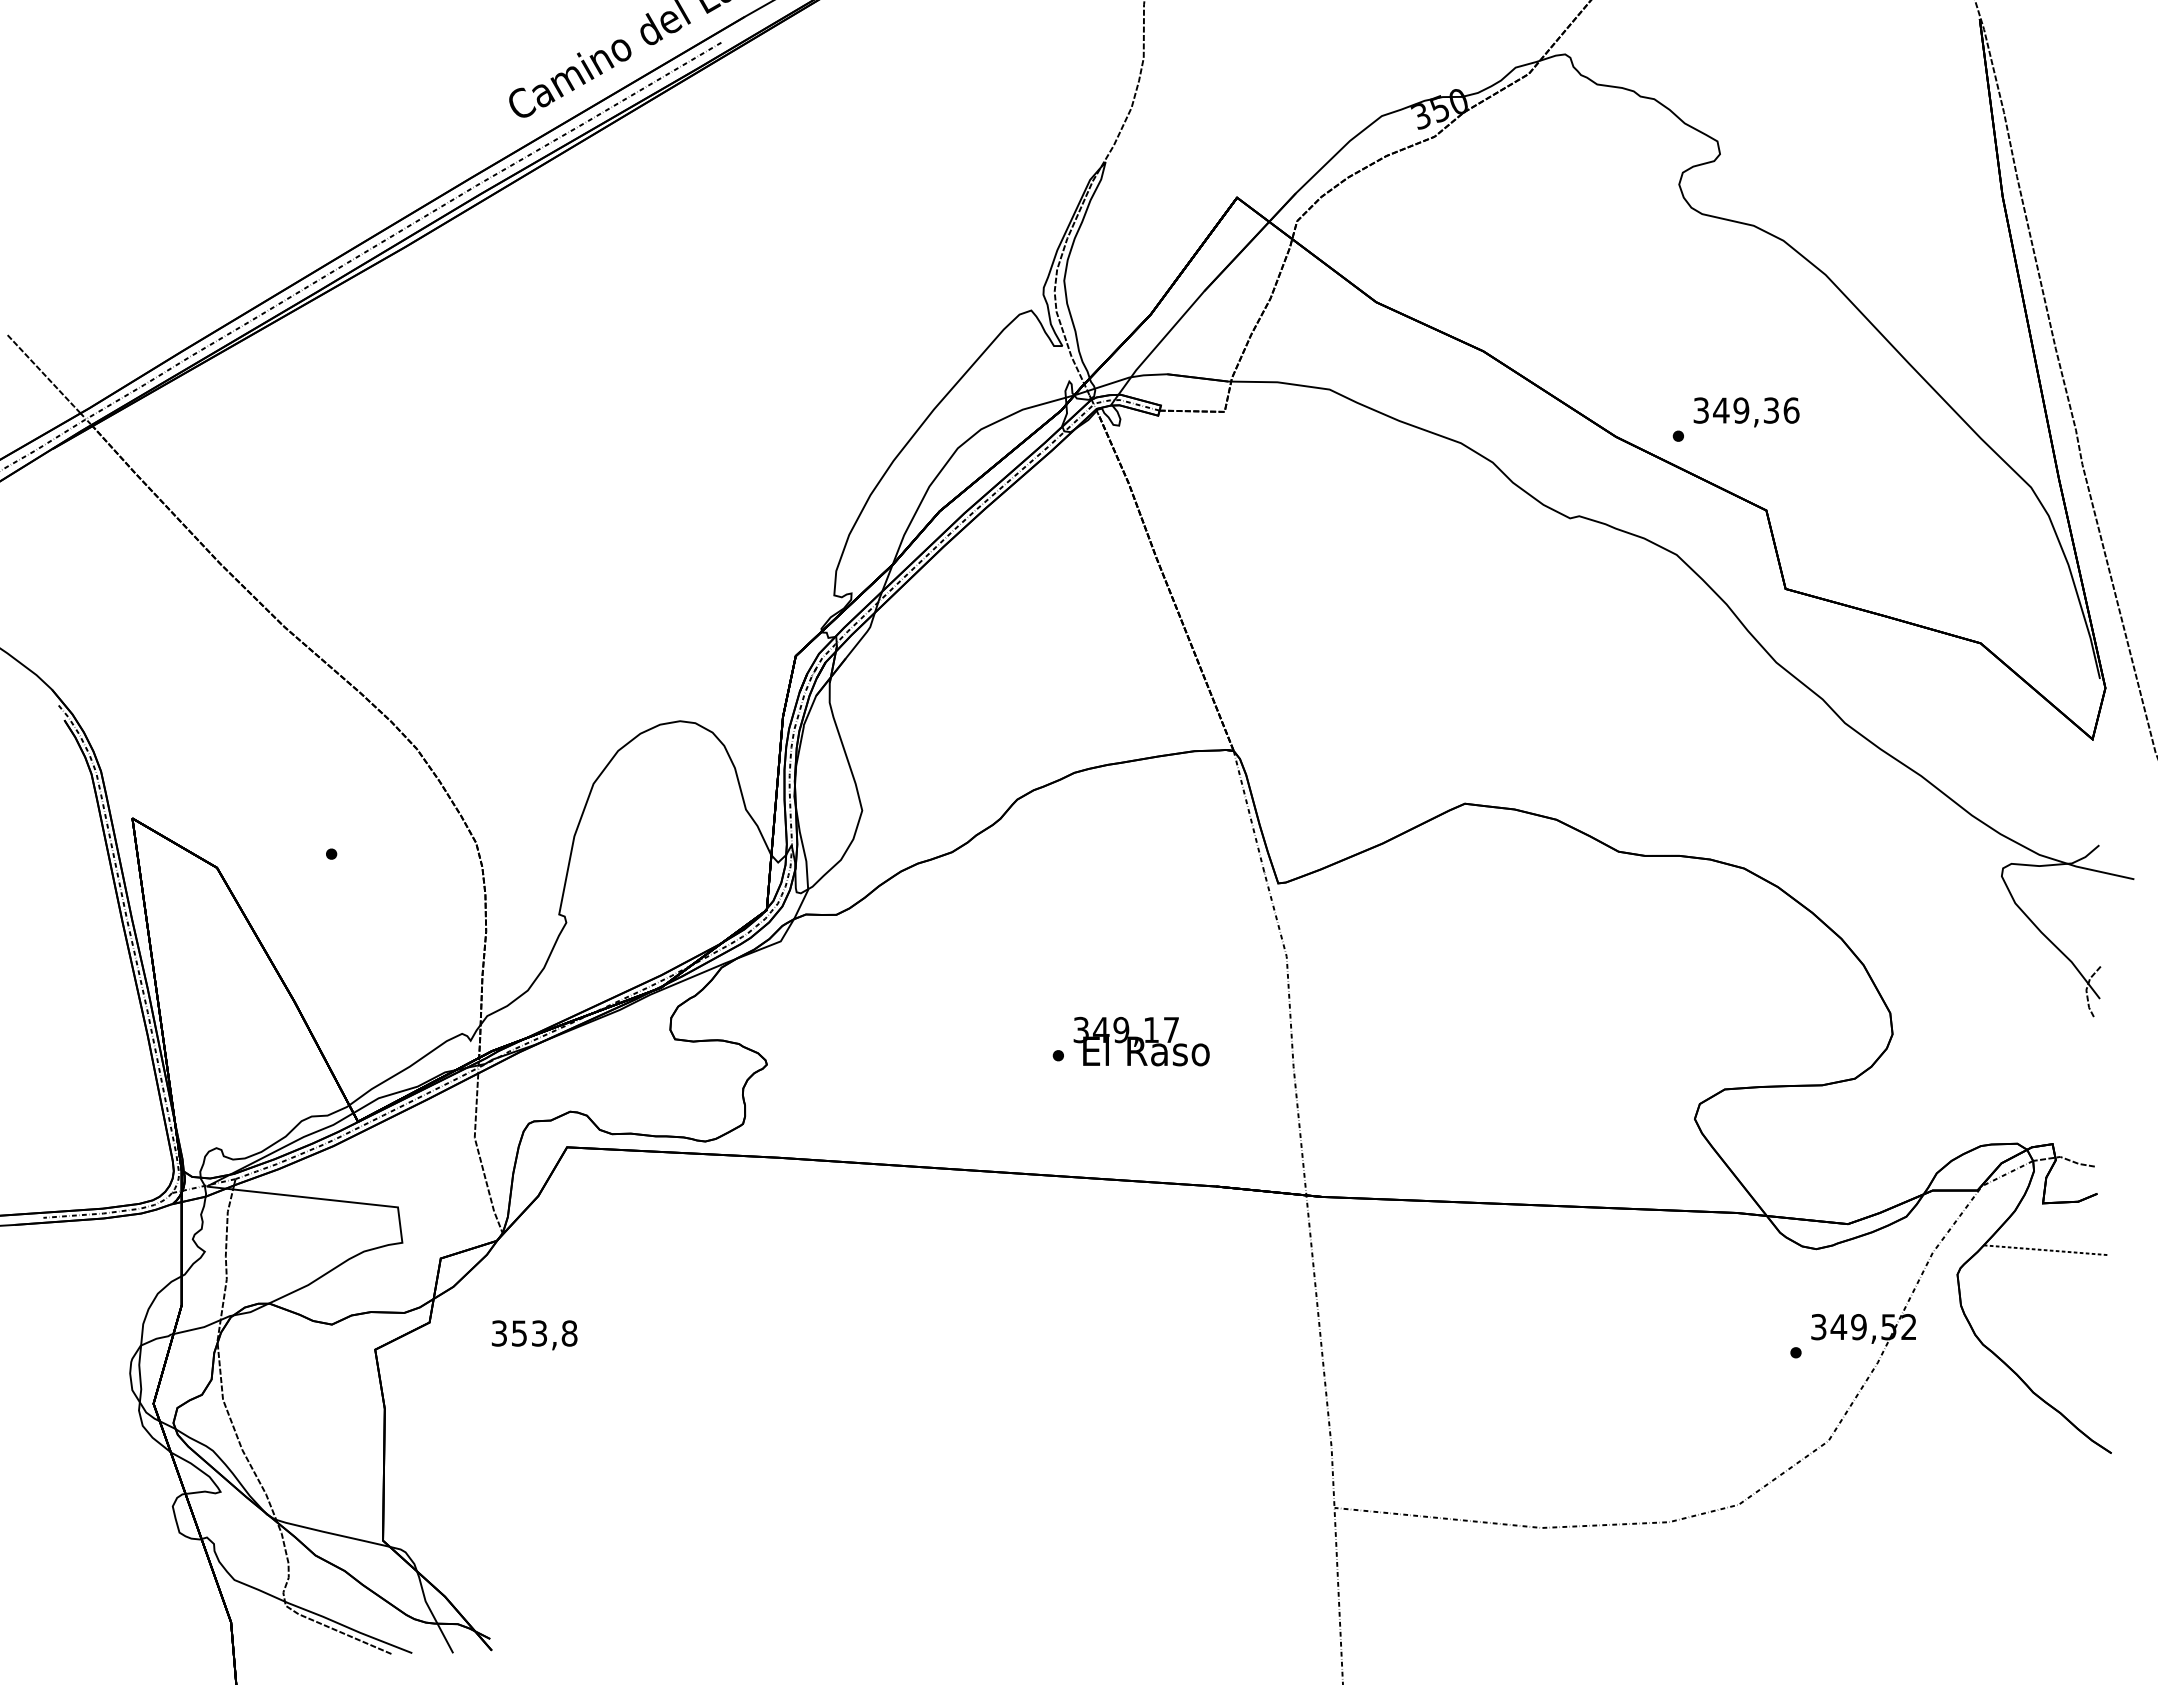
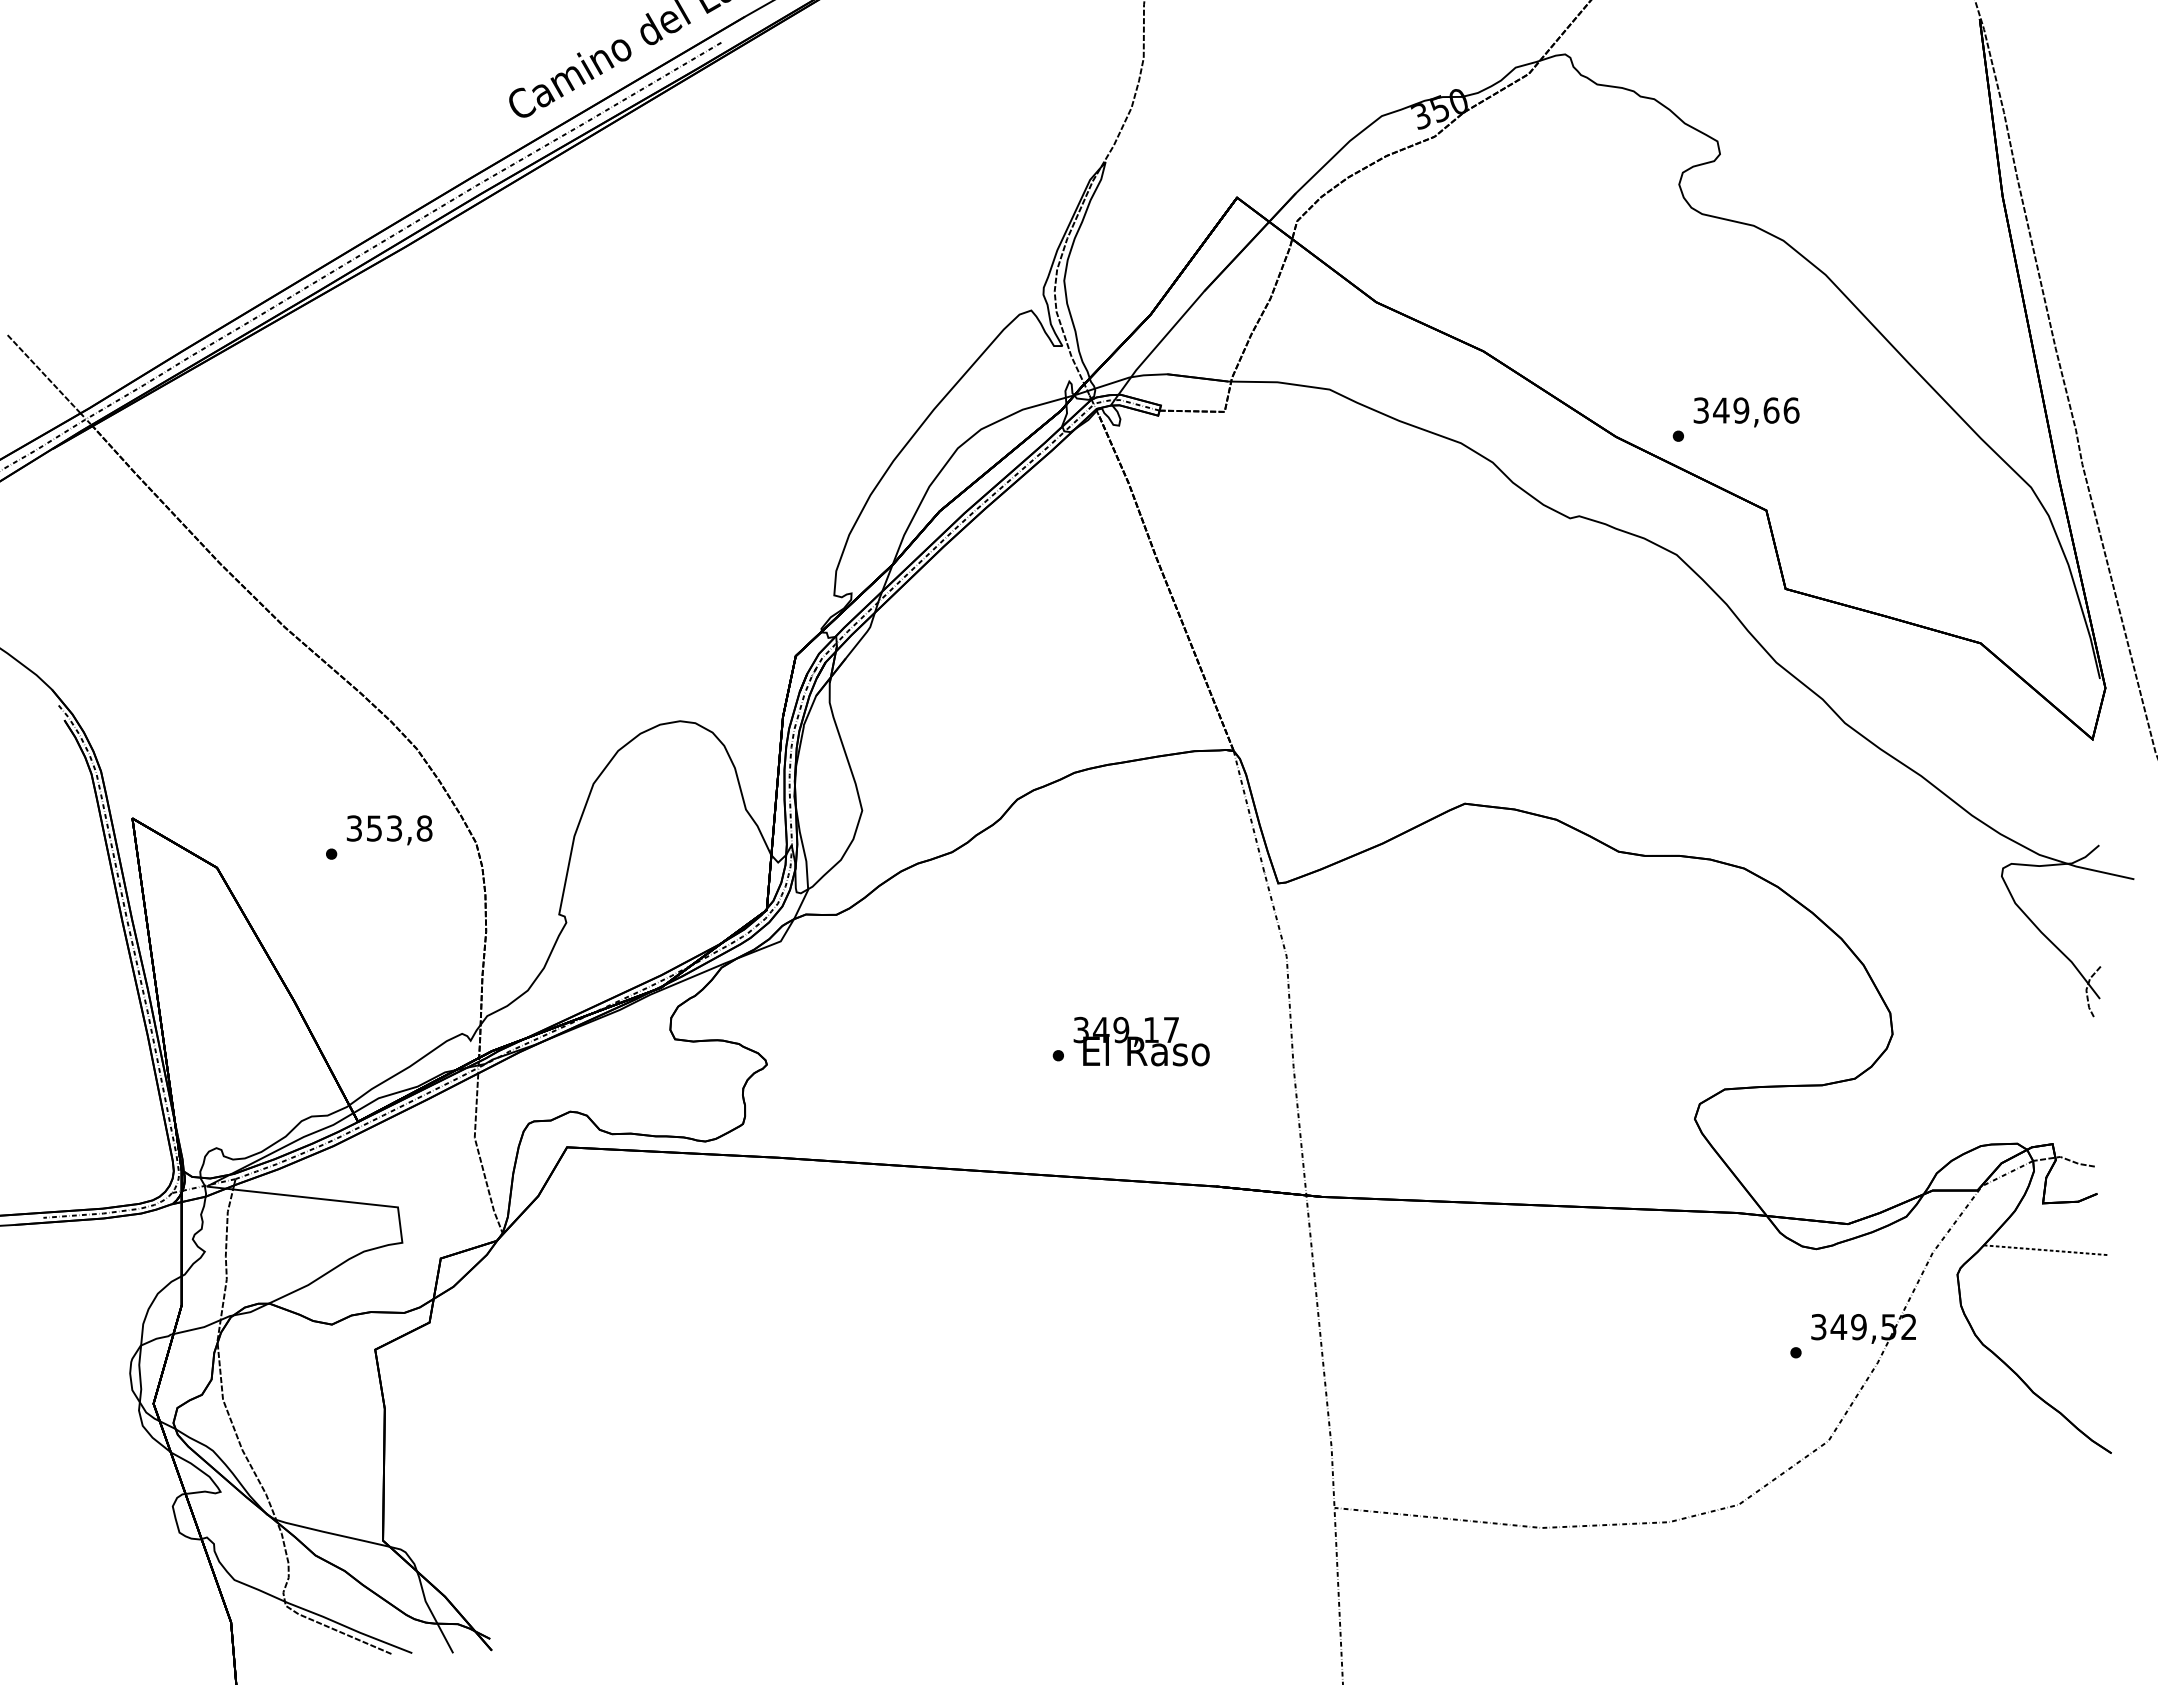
text at (1771, 410): 349,36 -> 349,66
text at (534, 1335) position: (534, 1335) -> (389, 830)
